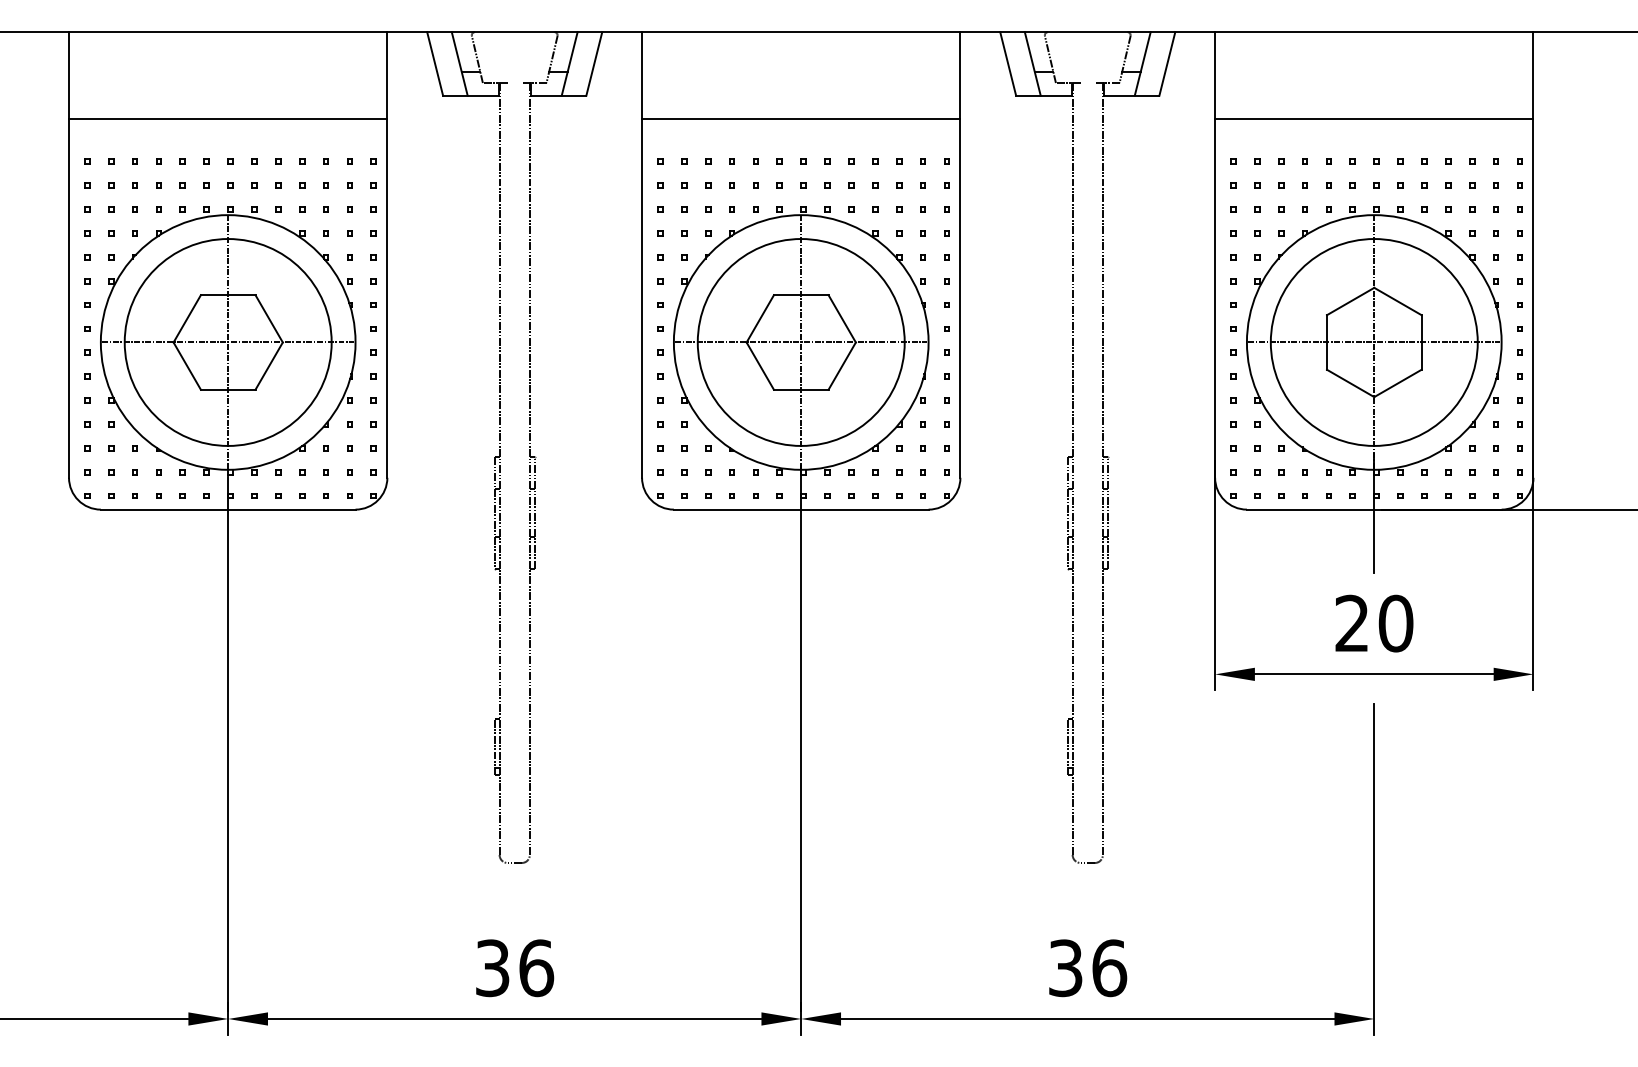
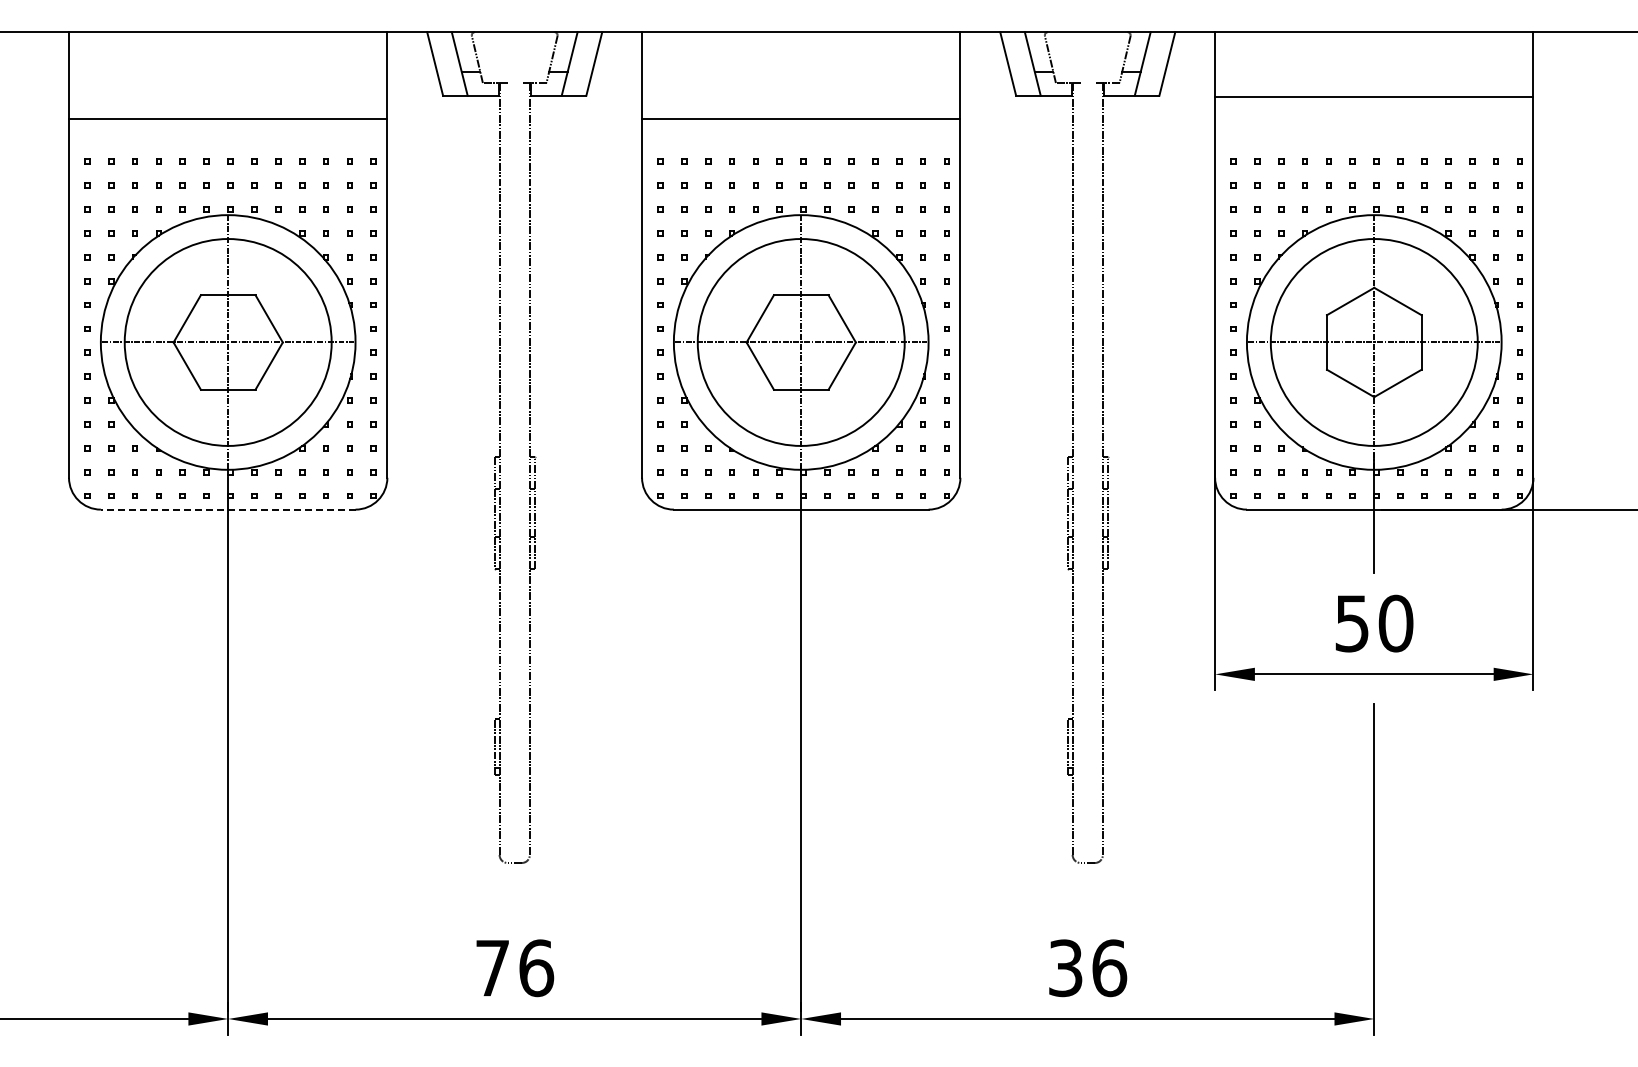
line at (1374, 119) position: (1374, 119) -> (1374, 97)
line at (227, 509): solid -> dashed
text at (1351, 623): 20 -> 50
text at (492, 968): 36 -> 76
